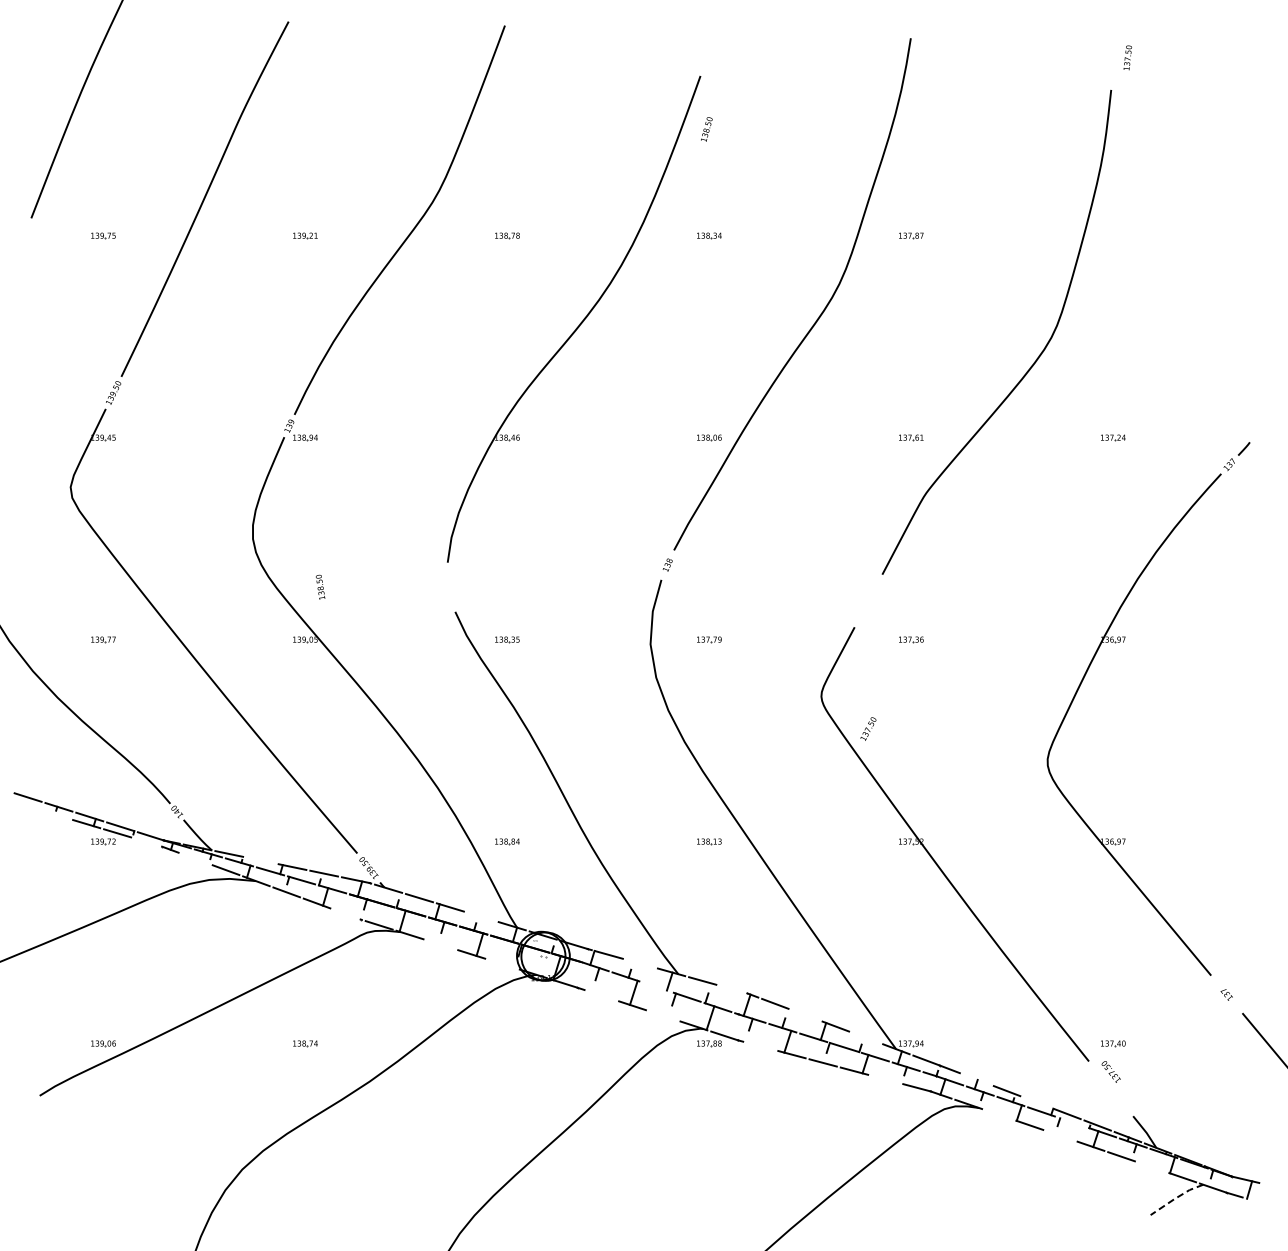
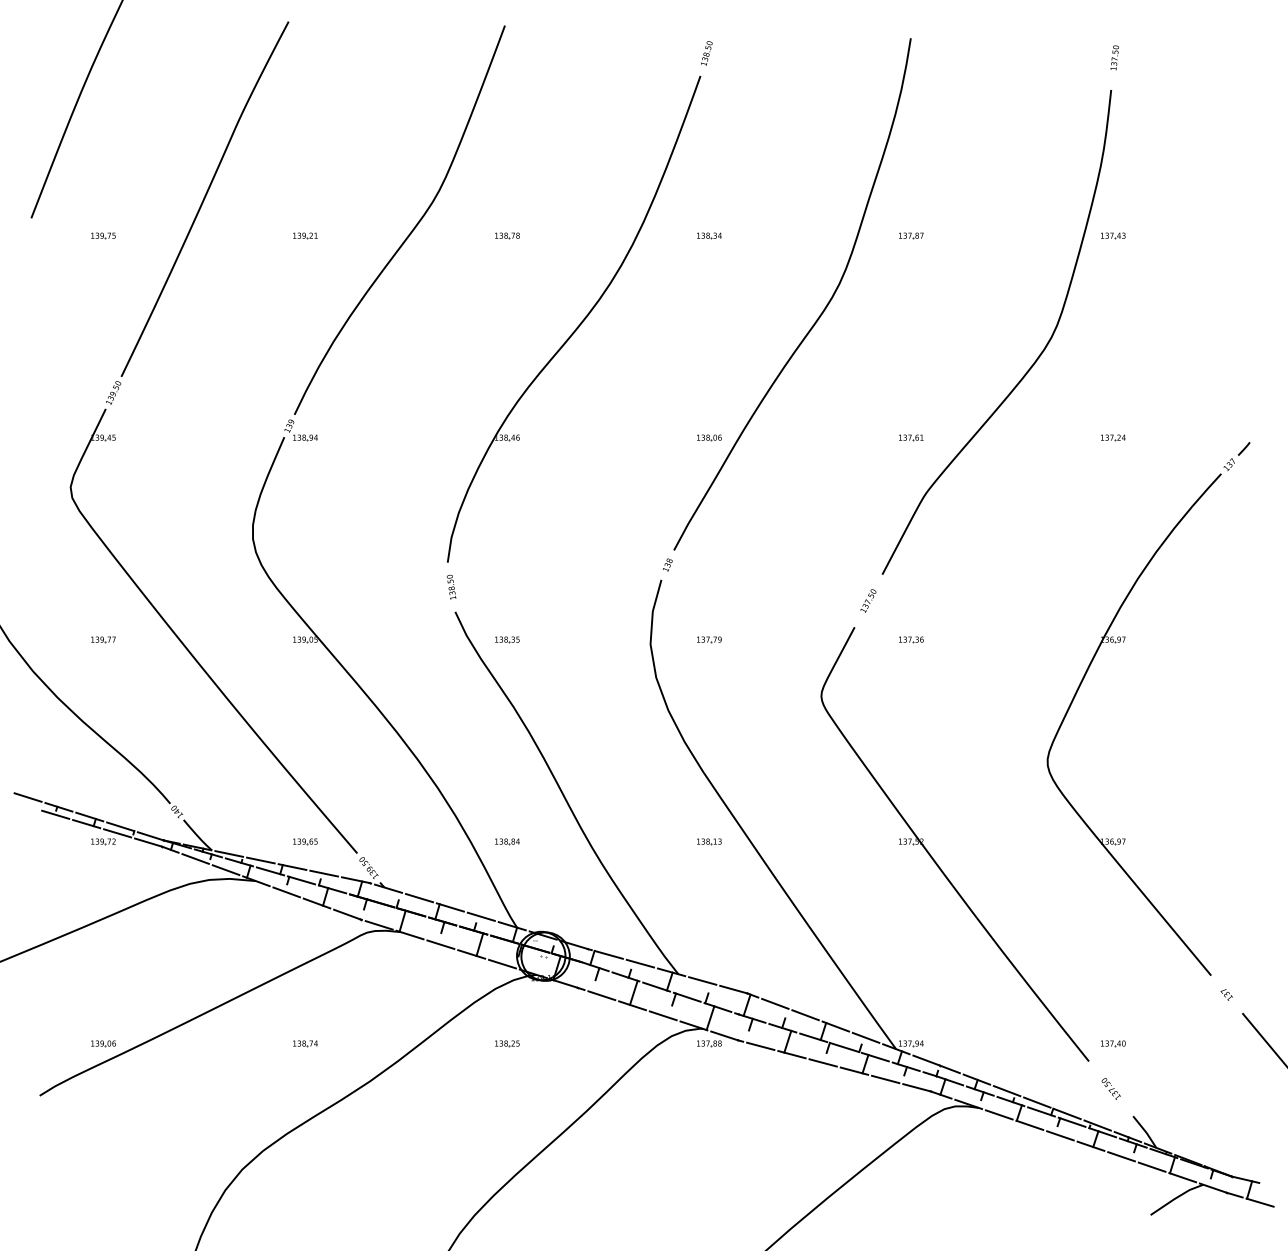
text at (1127, 57) position: (1127, 57) -> (1114, 57)
text at (706, 129) position: (706, 129) -> (706, 53)
part at (1113, 235): none -> present
text at (320, 586) position: (320, 586) -> (451, 586)
text at (868, 728) position: (868, 728) -> (868, 600)
line at (55, 814): none -> present
part at (305, 841): none -> present
line at (148, 842): none -> present
line at (195, 858): none -> present
line at (260, 860): none -> present
line at (347, 914): none -> present
line at (480, 916): none -> present
line at (440, 944): none -> present
line at (502, 963): none -> present
line at (640, 963): none -> present
line at (656, 986): none -> present
line at (733, 989): none -> present
line at (601, 995): none -> present
line at (662, 1015): none -> present
line at (805, 1015): none -> present
line at (865, 1037): none -> present
part at (507, 1043): none -> present
line at (760, 1045): none -> present
text at (1110, 1071) position: (1110, 1071) -> (1110, 1088)
line at (885, 1079): none -> present
line at (976, 1079): none -> present
line at (1037, 1102): none -> present
line at (998, 1114): none -> present
line at (1071, 1121): none -> present
line at (1060, 1135): none -> present
line at (1151, 1166): none -> present
line at (1175, 1198): dashed -> solid
line at (1259, 1202): none -> present
